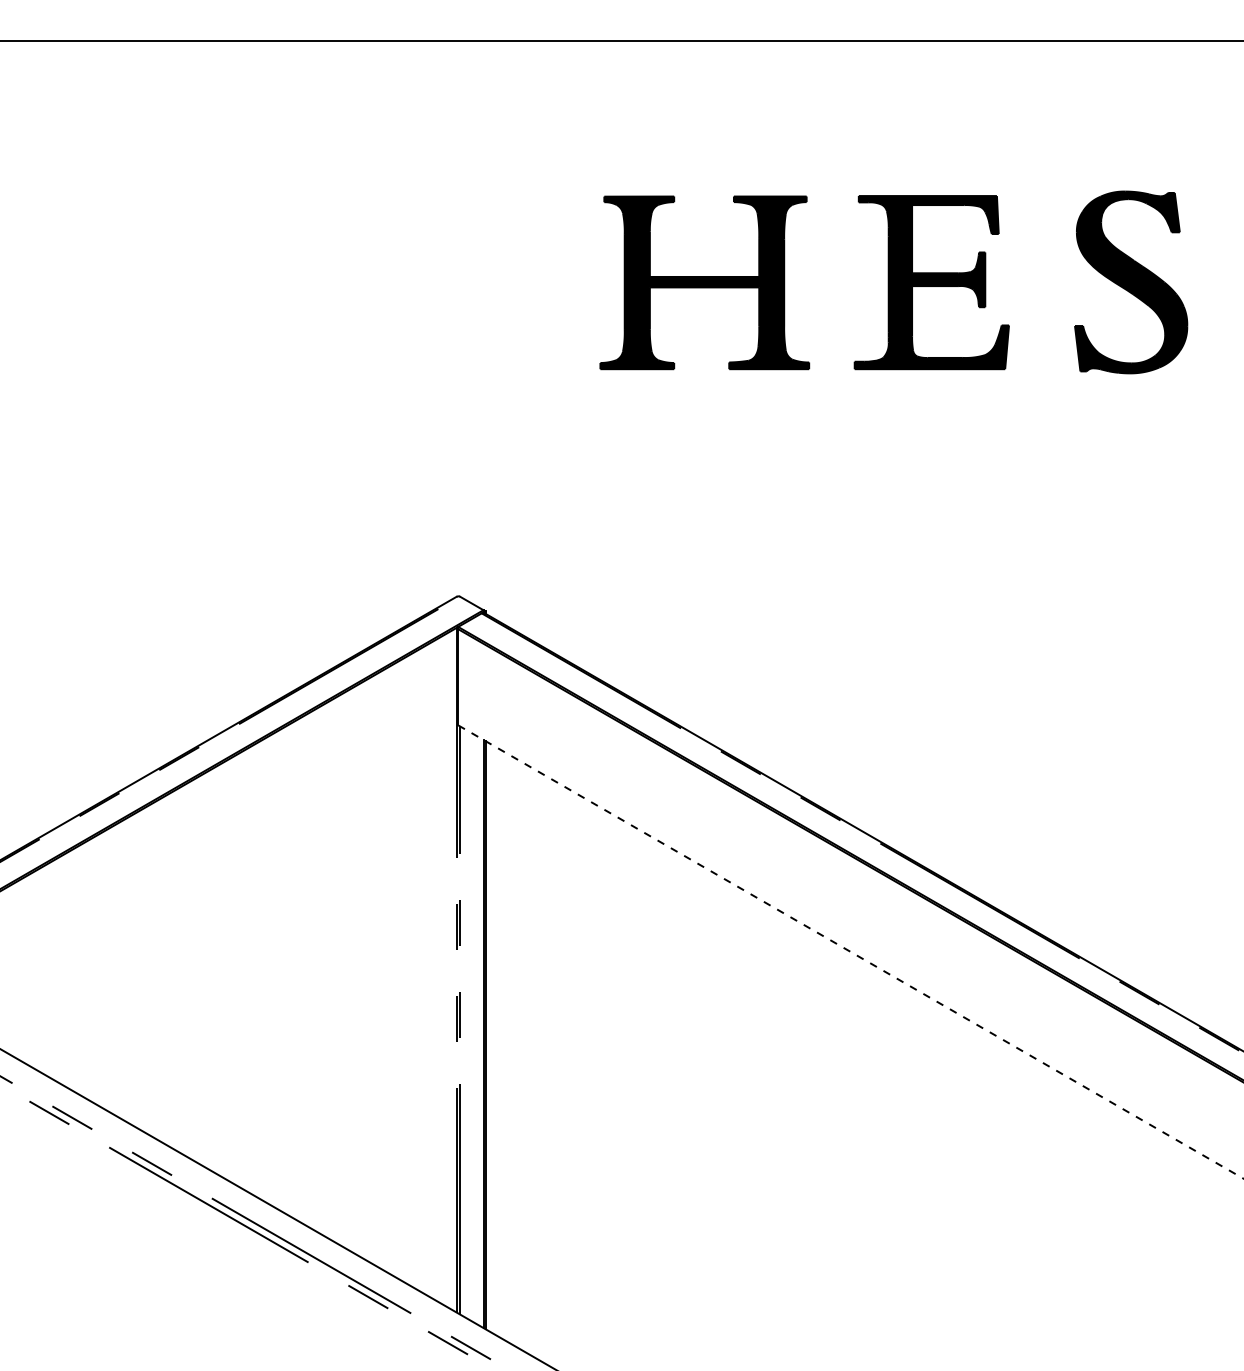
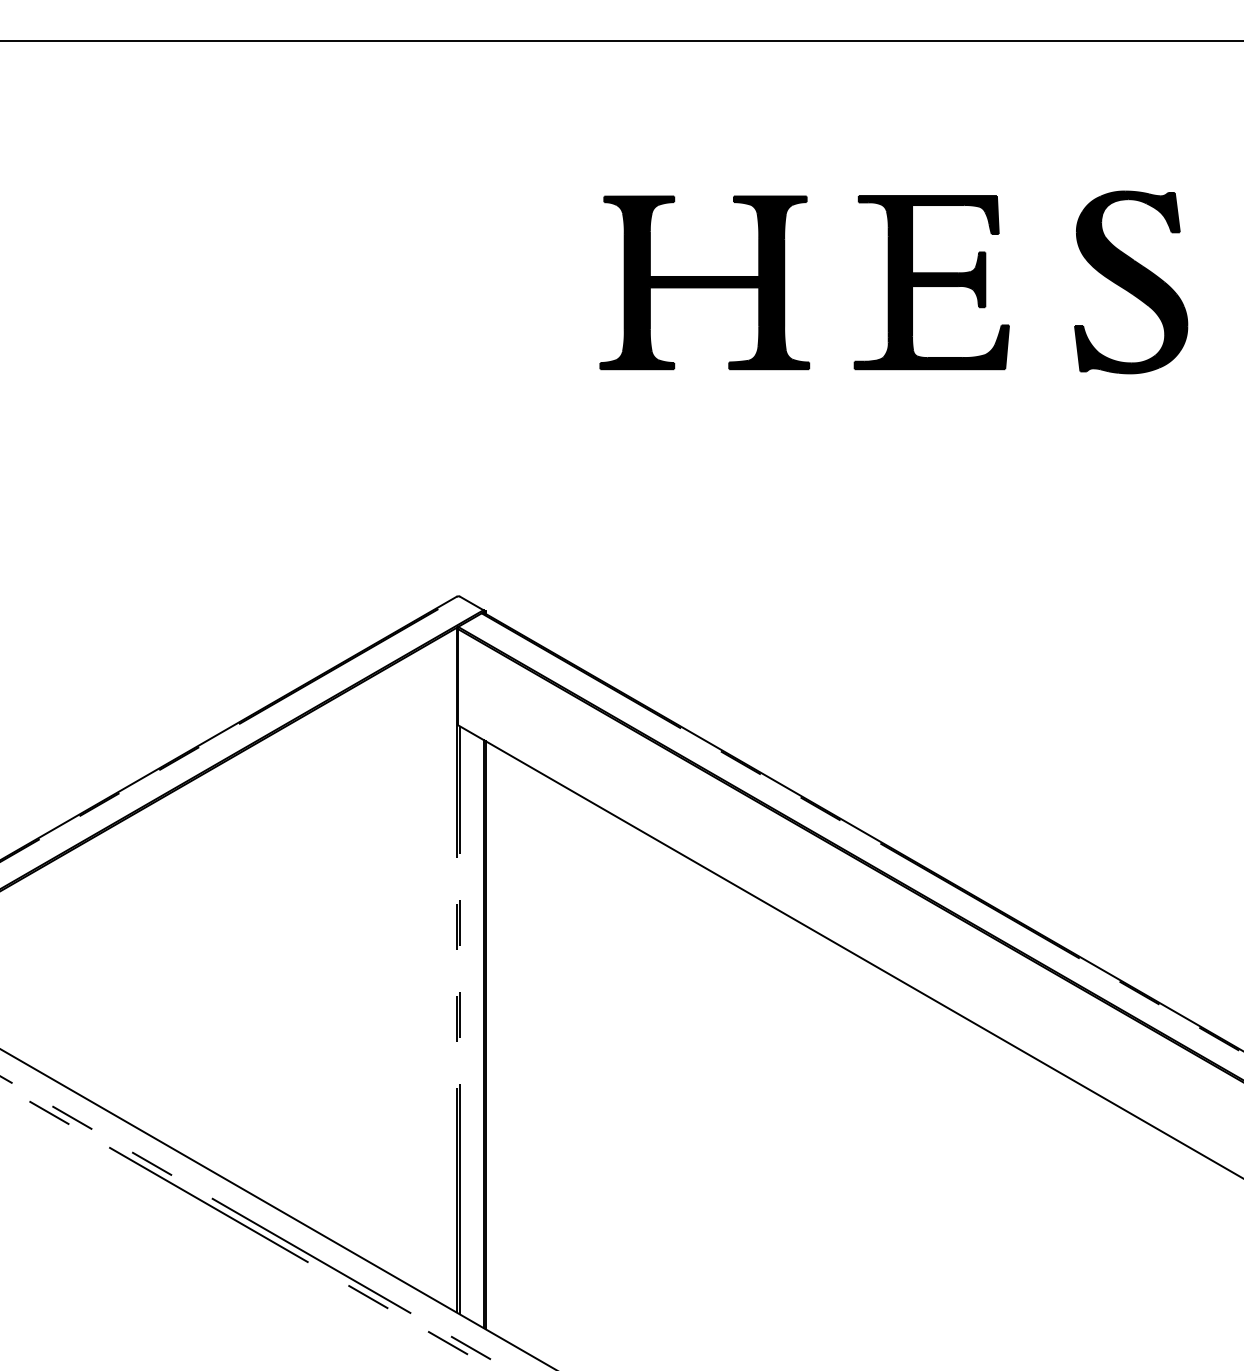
line at (851, 952): dashed -> solid
